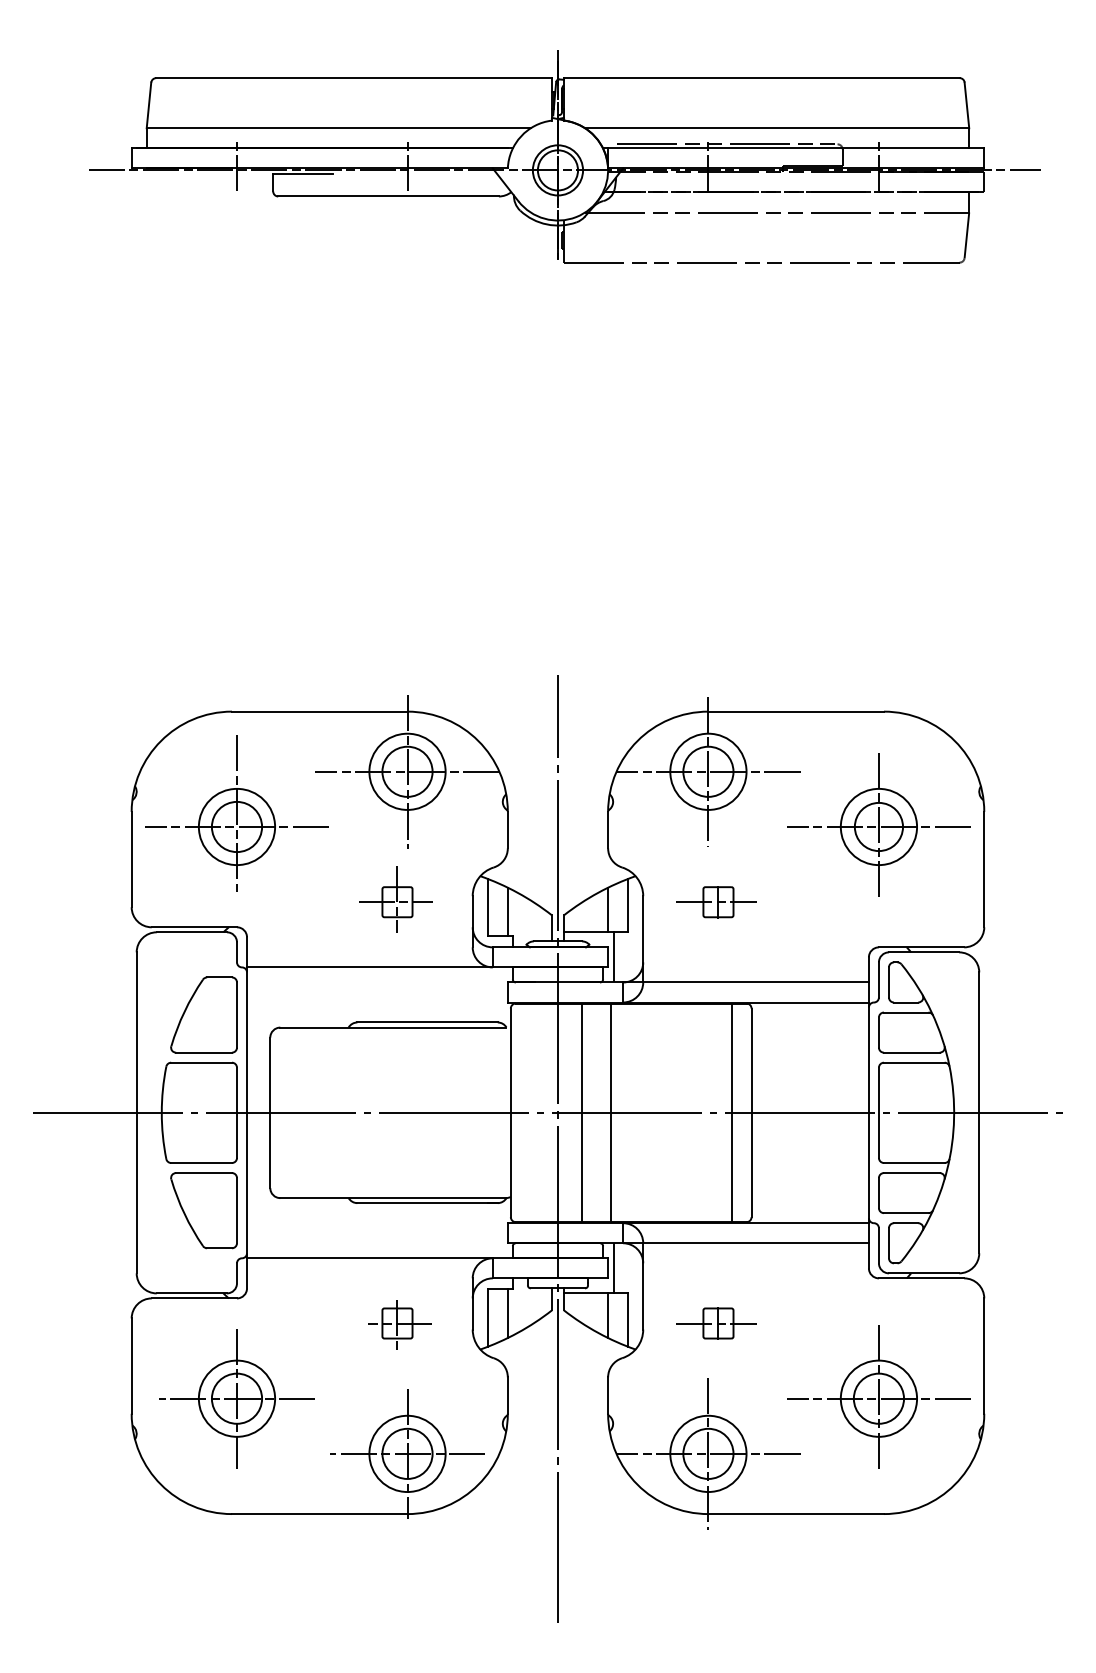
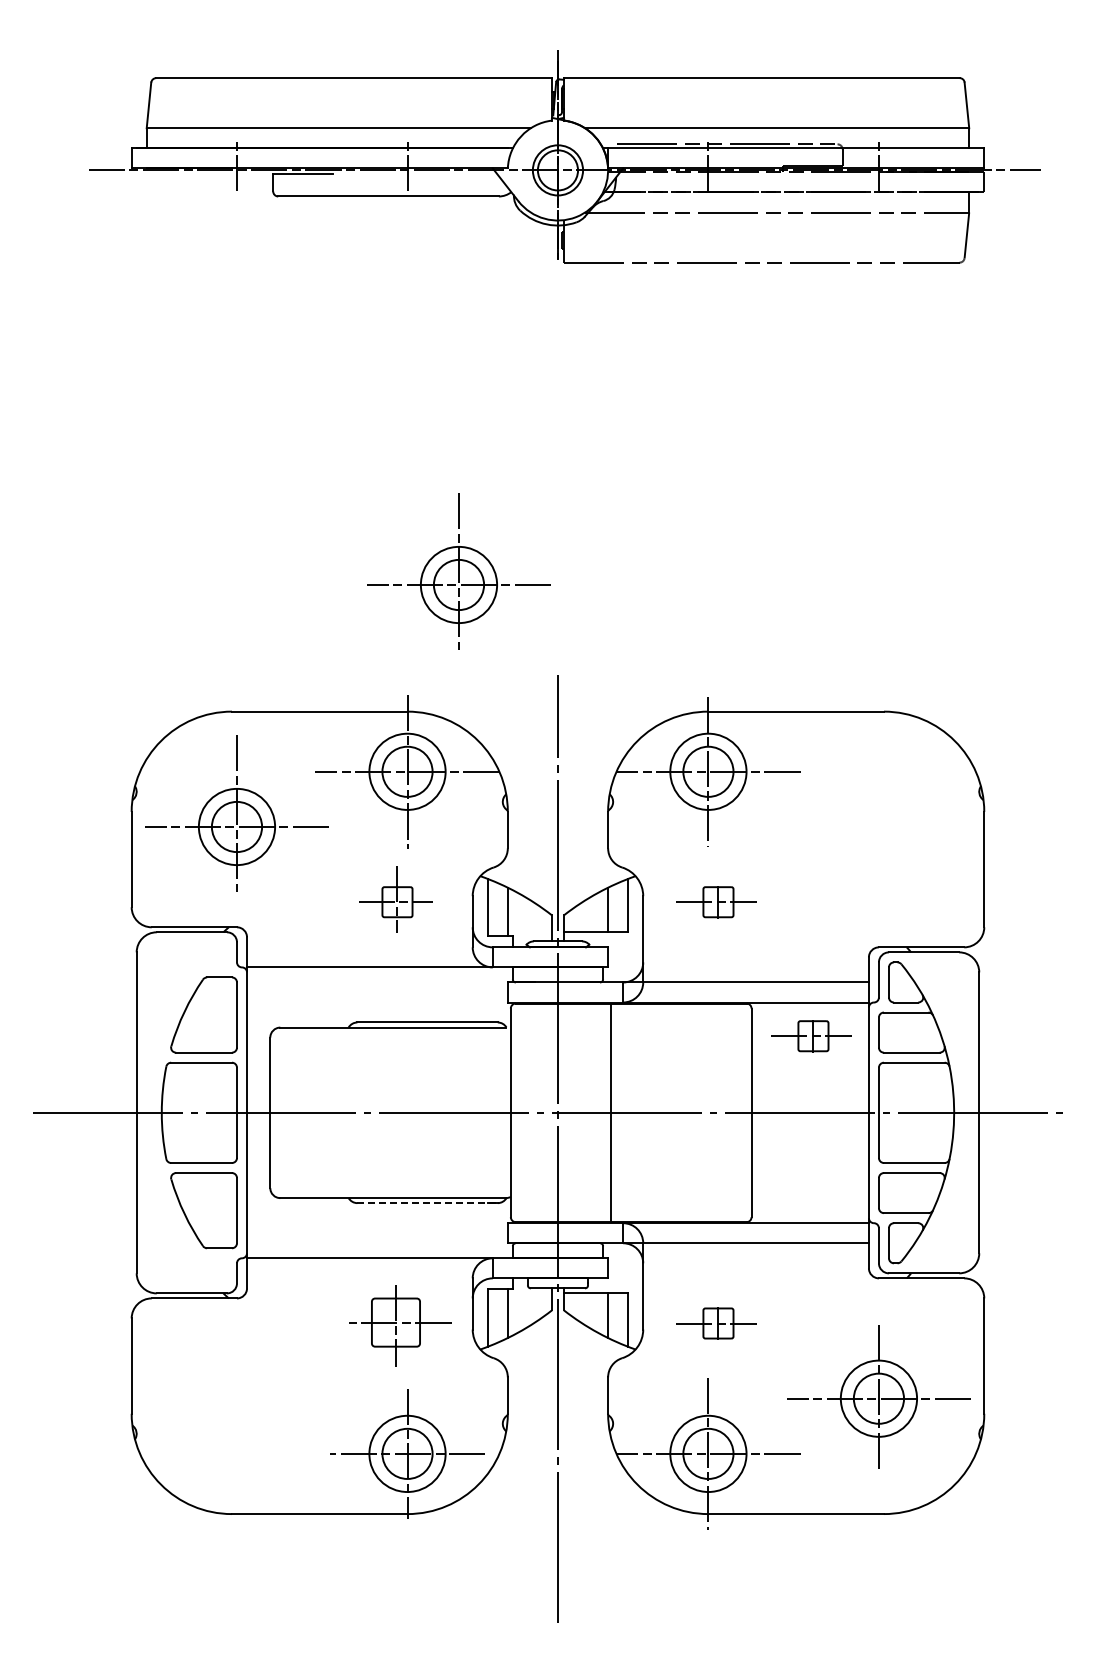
part at (458, 571): none -> present
part at (878, 824): present -> none
line at (613, 956): present -> none
part at (811, 1036): none -> present
line at (582, 1112): present -> none
line at (731, 1112): present -> none
line at (428, 1203): solid -> dashed
line at (613, 1268): present -> none
part at (399, 1324) size: 64x50 px -> 103x82 px
part at (236, 1398): present -> none
